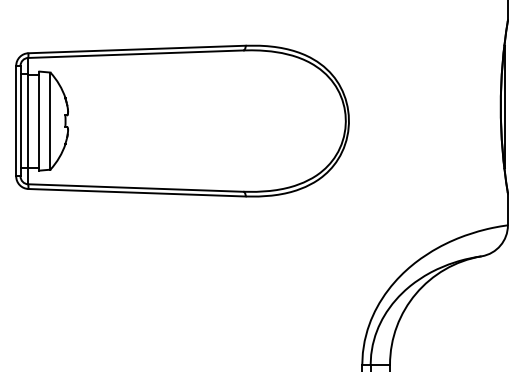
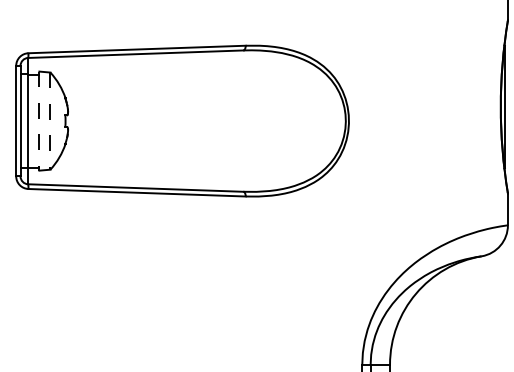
line at (39, 121): solid -> dashed
line at (50, 121): solid -> dashed
